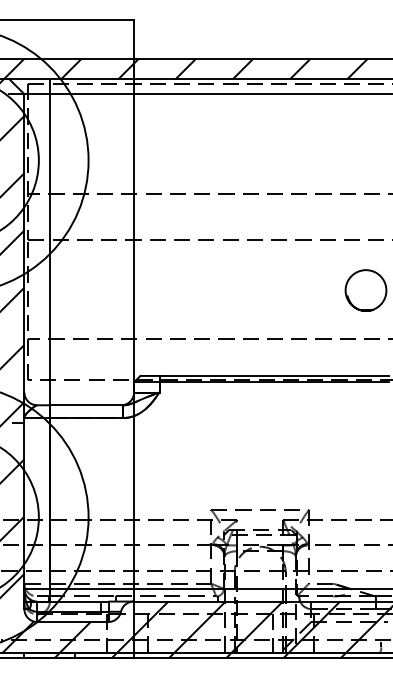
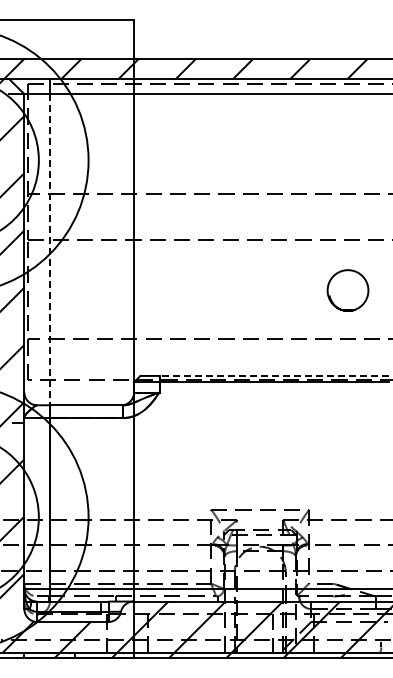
line at (49, 249): solid -> dashed
curve at (348, 295) position: (348, 295) -> (330, 295)
line at (274, 375): solid -> dashed
